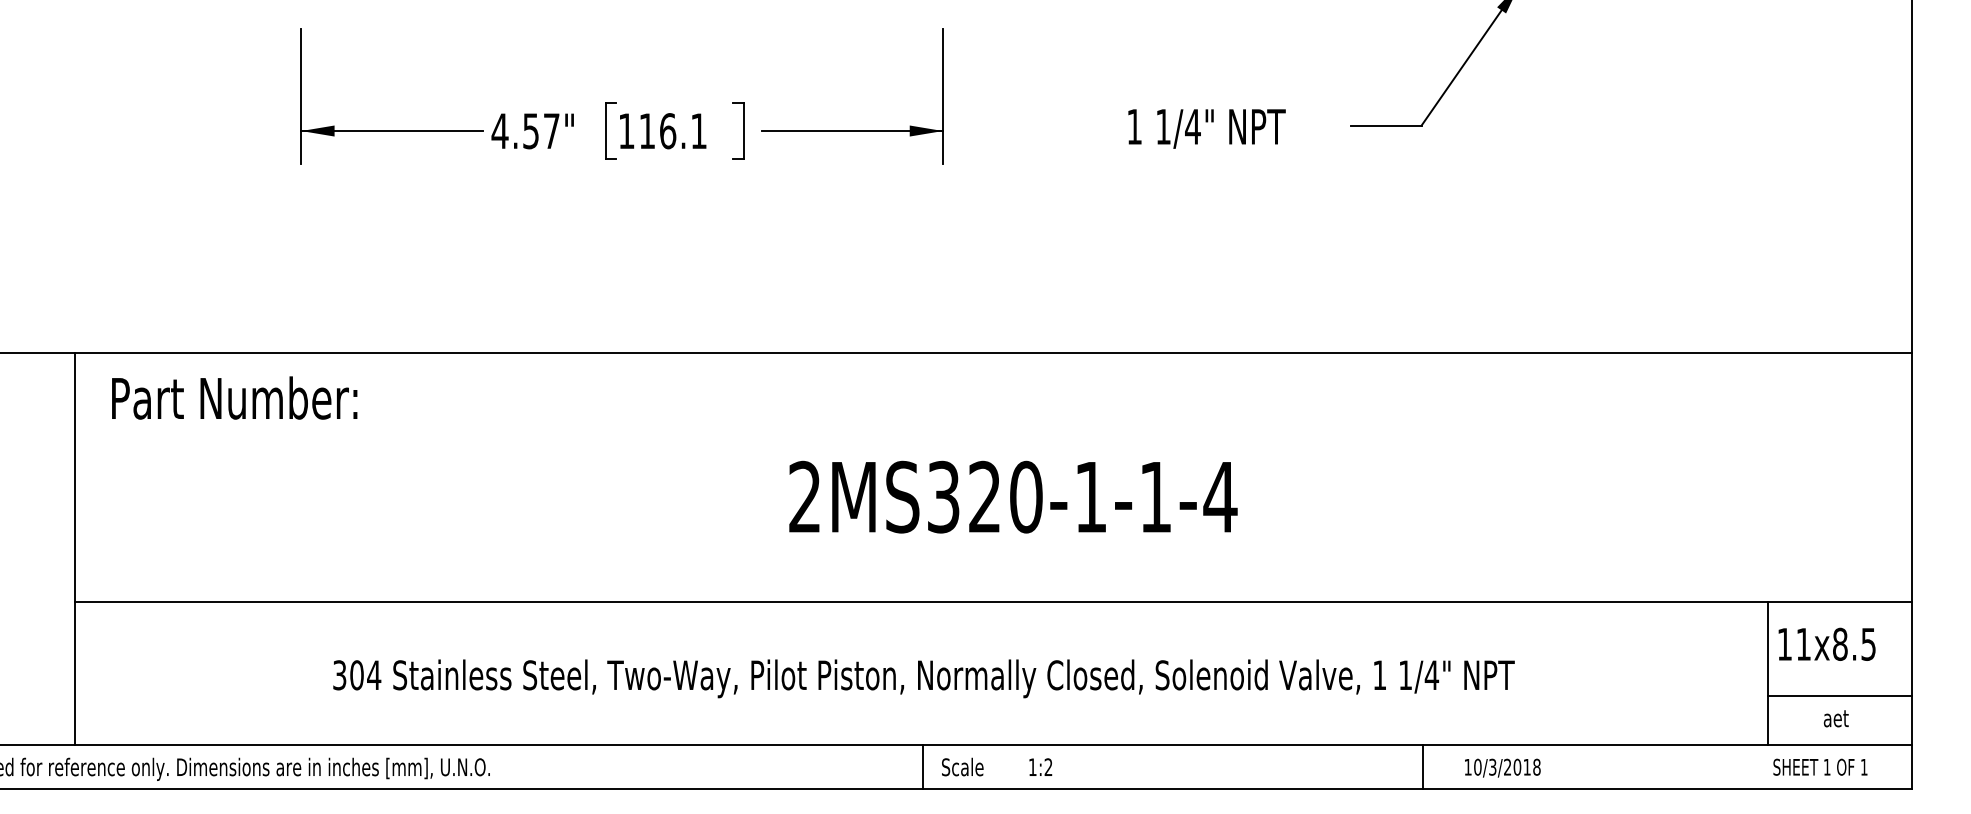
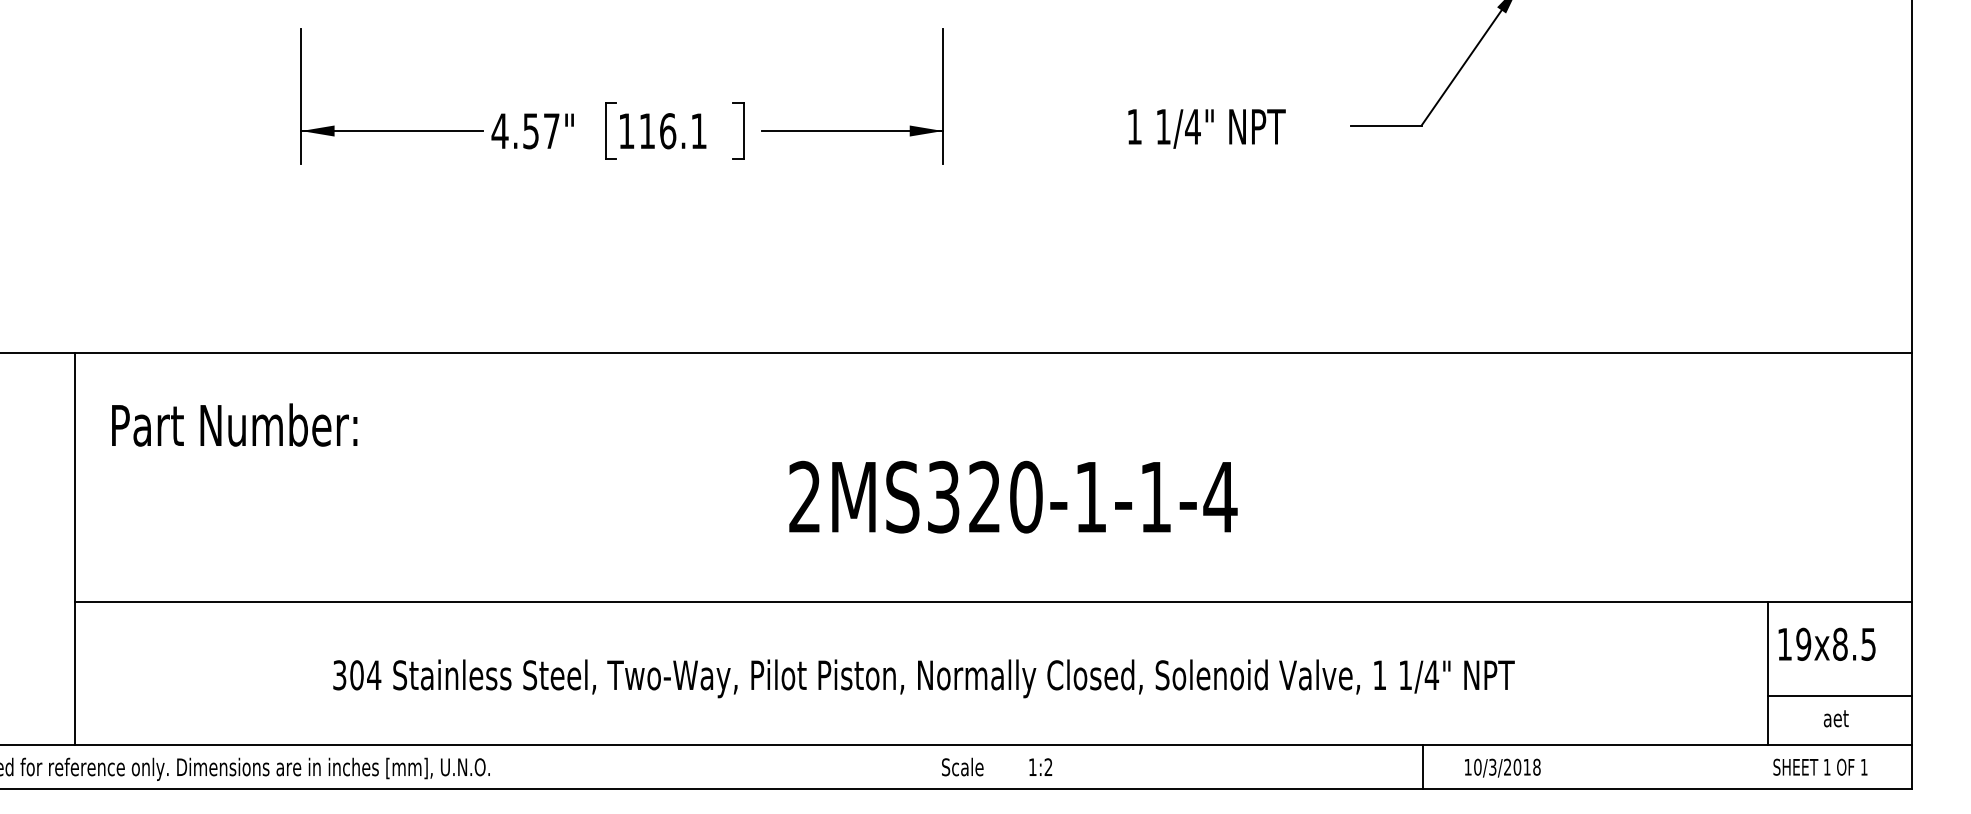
text at (234, 397) position: (234, 397) -> (234, 424)
text at (1803, 643): 11x8.5 -> 19x8.5
line at (922, 767): present -> none
